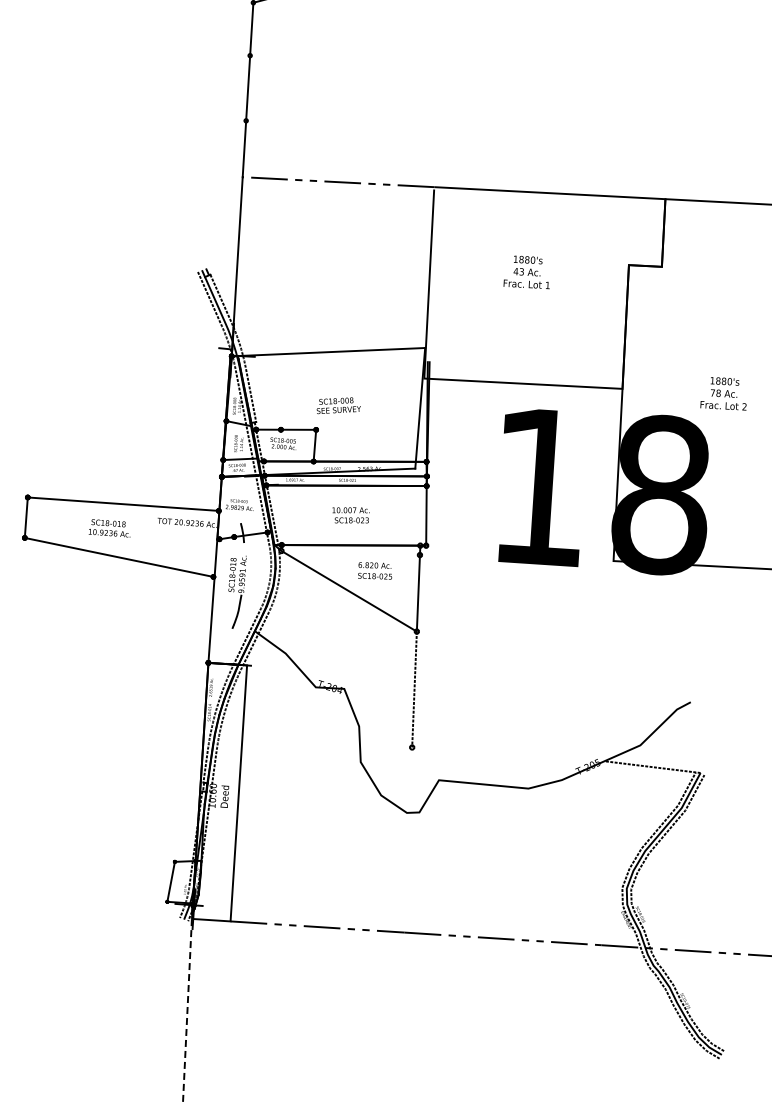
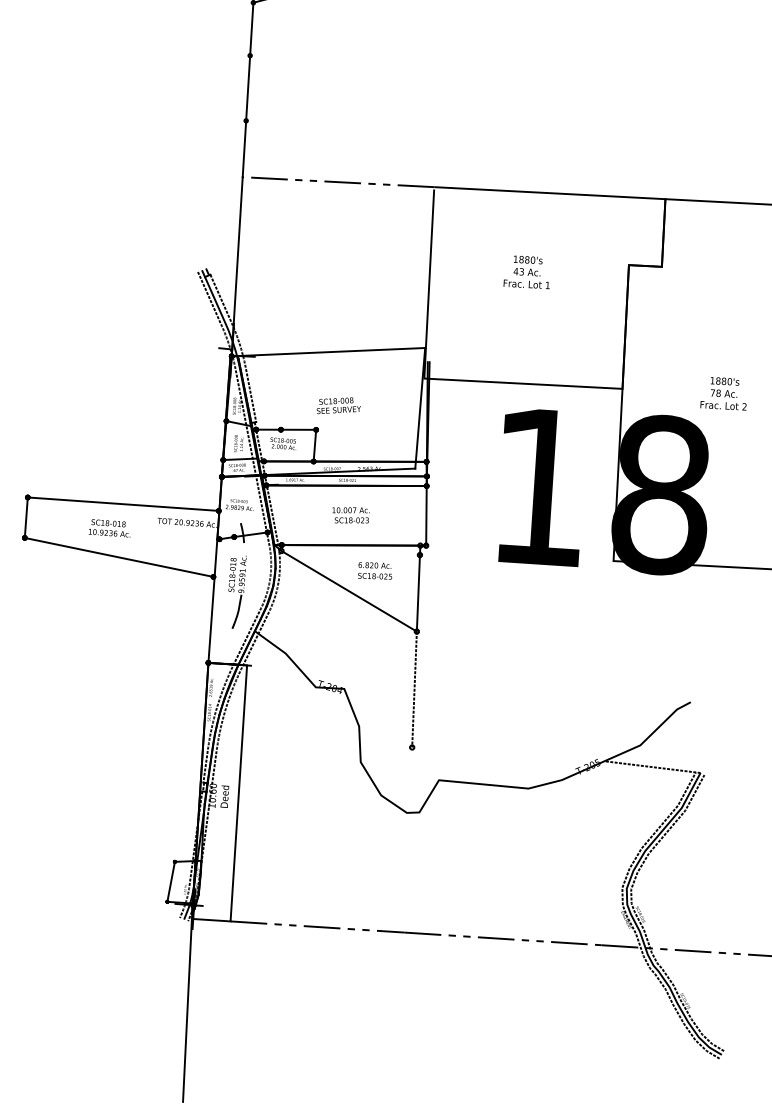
line at (187, 1010): dashed -> solid
